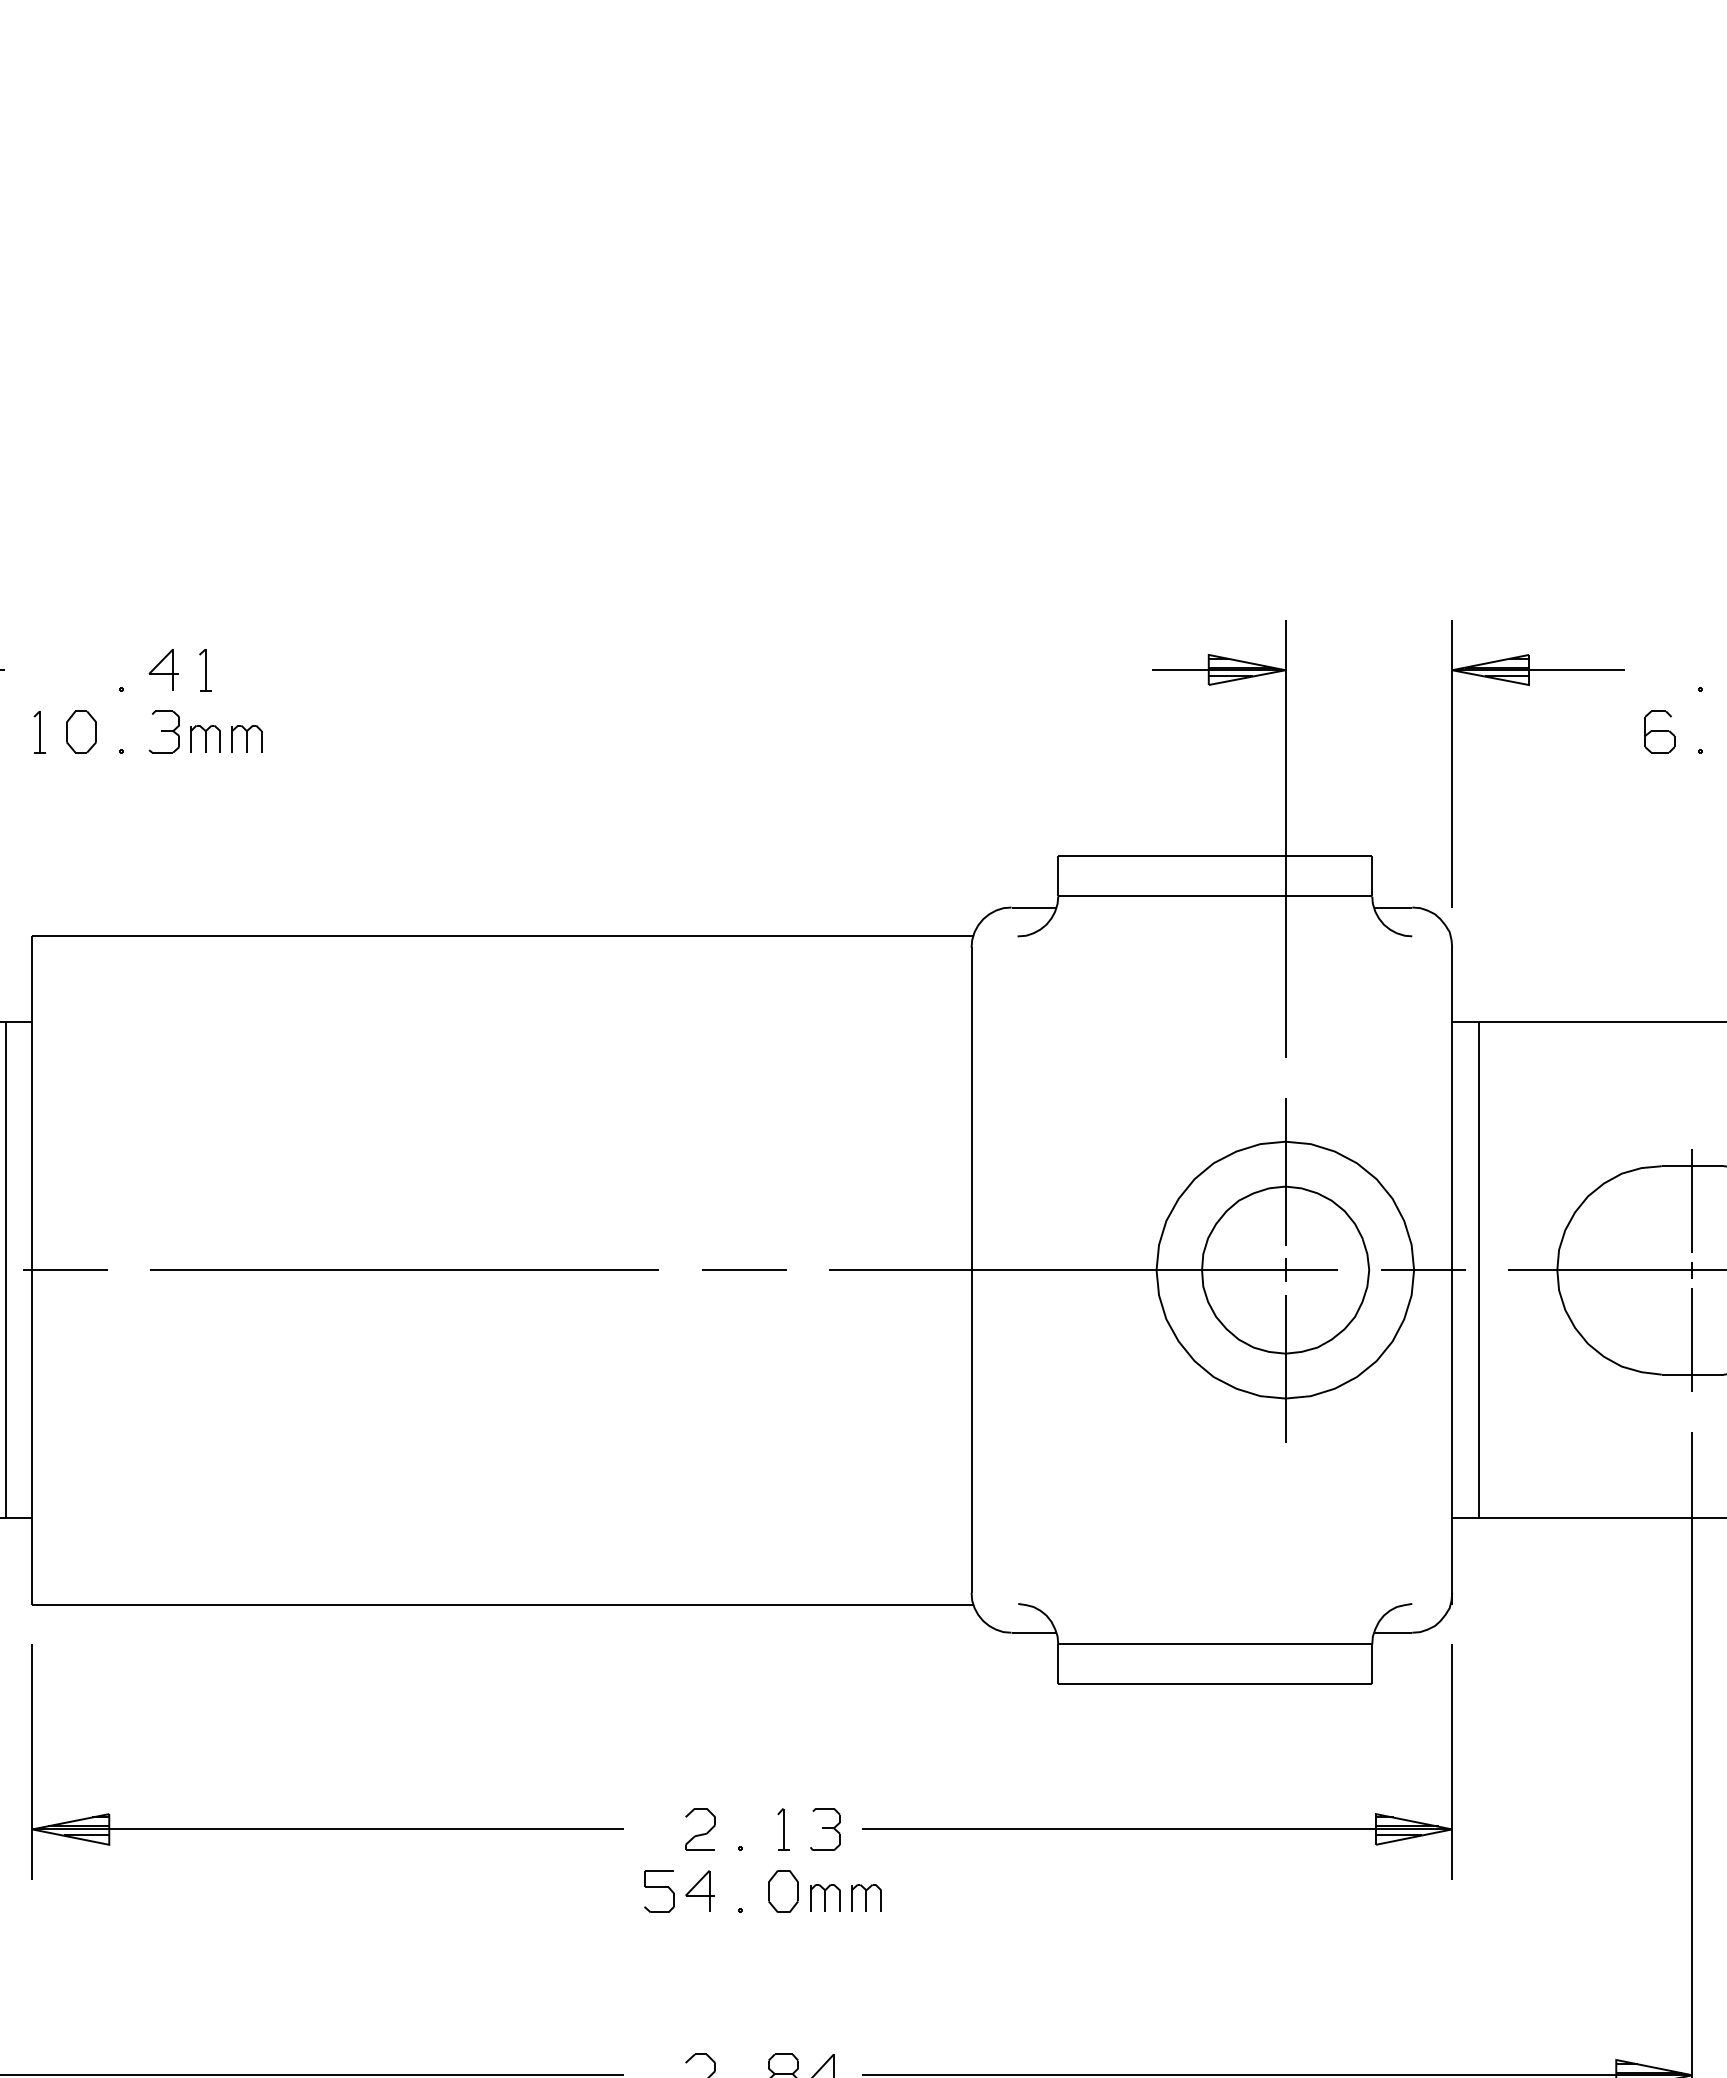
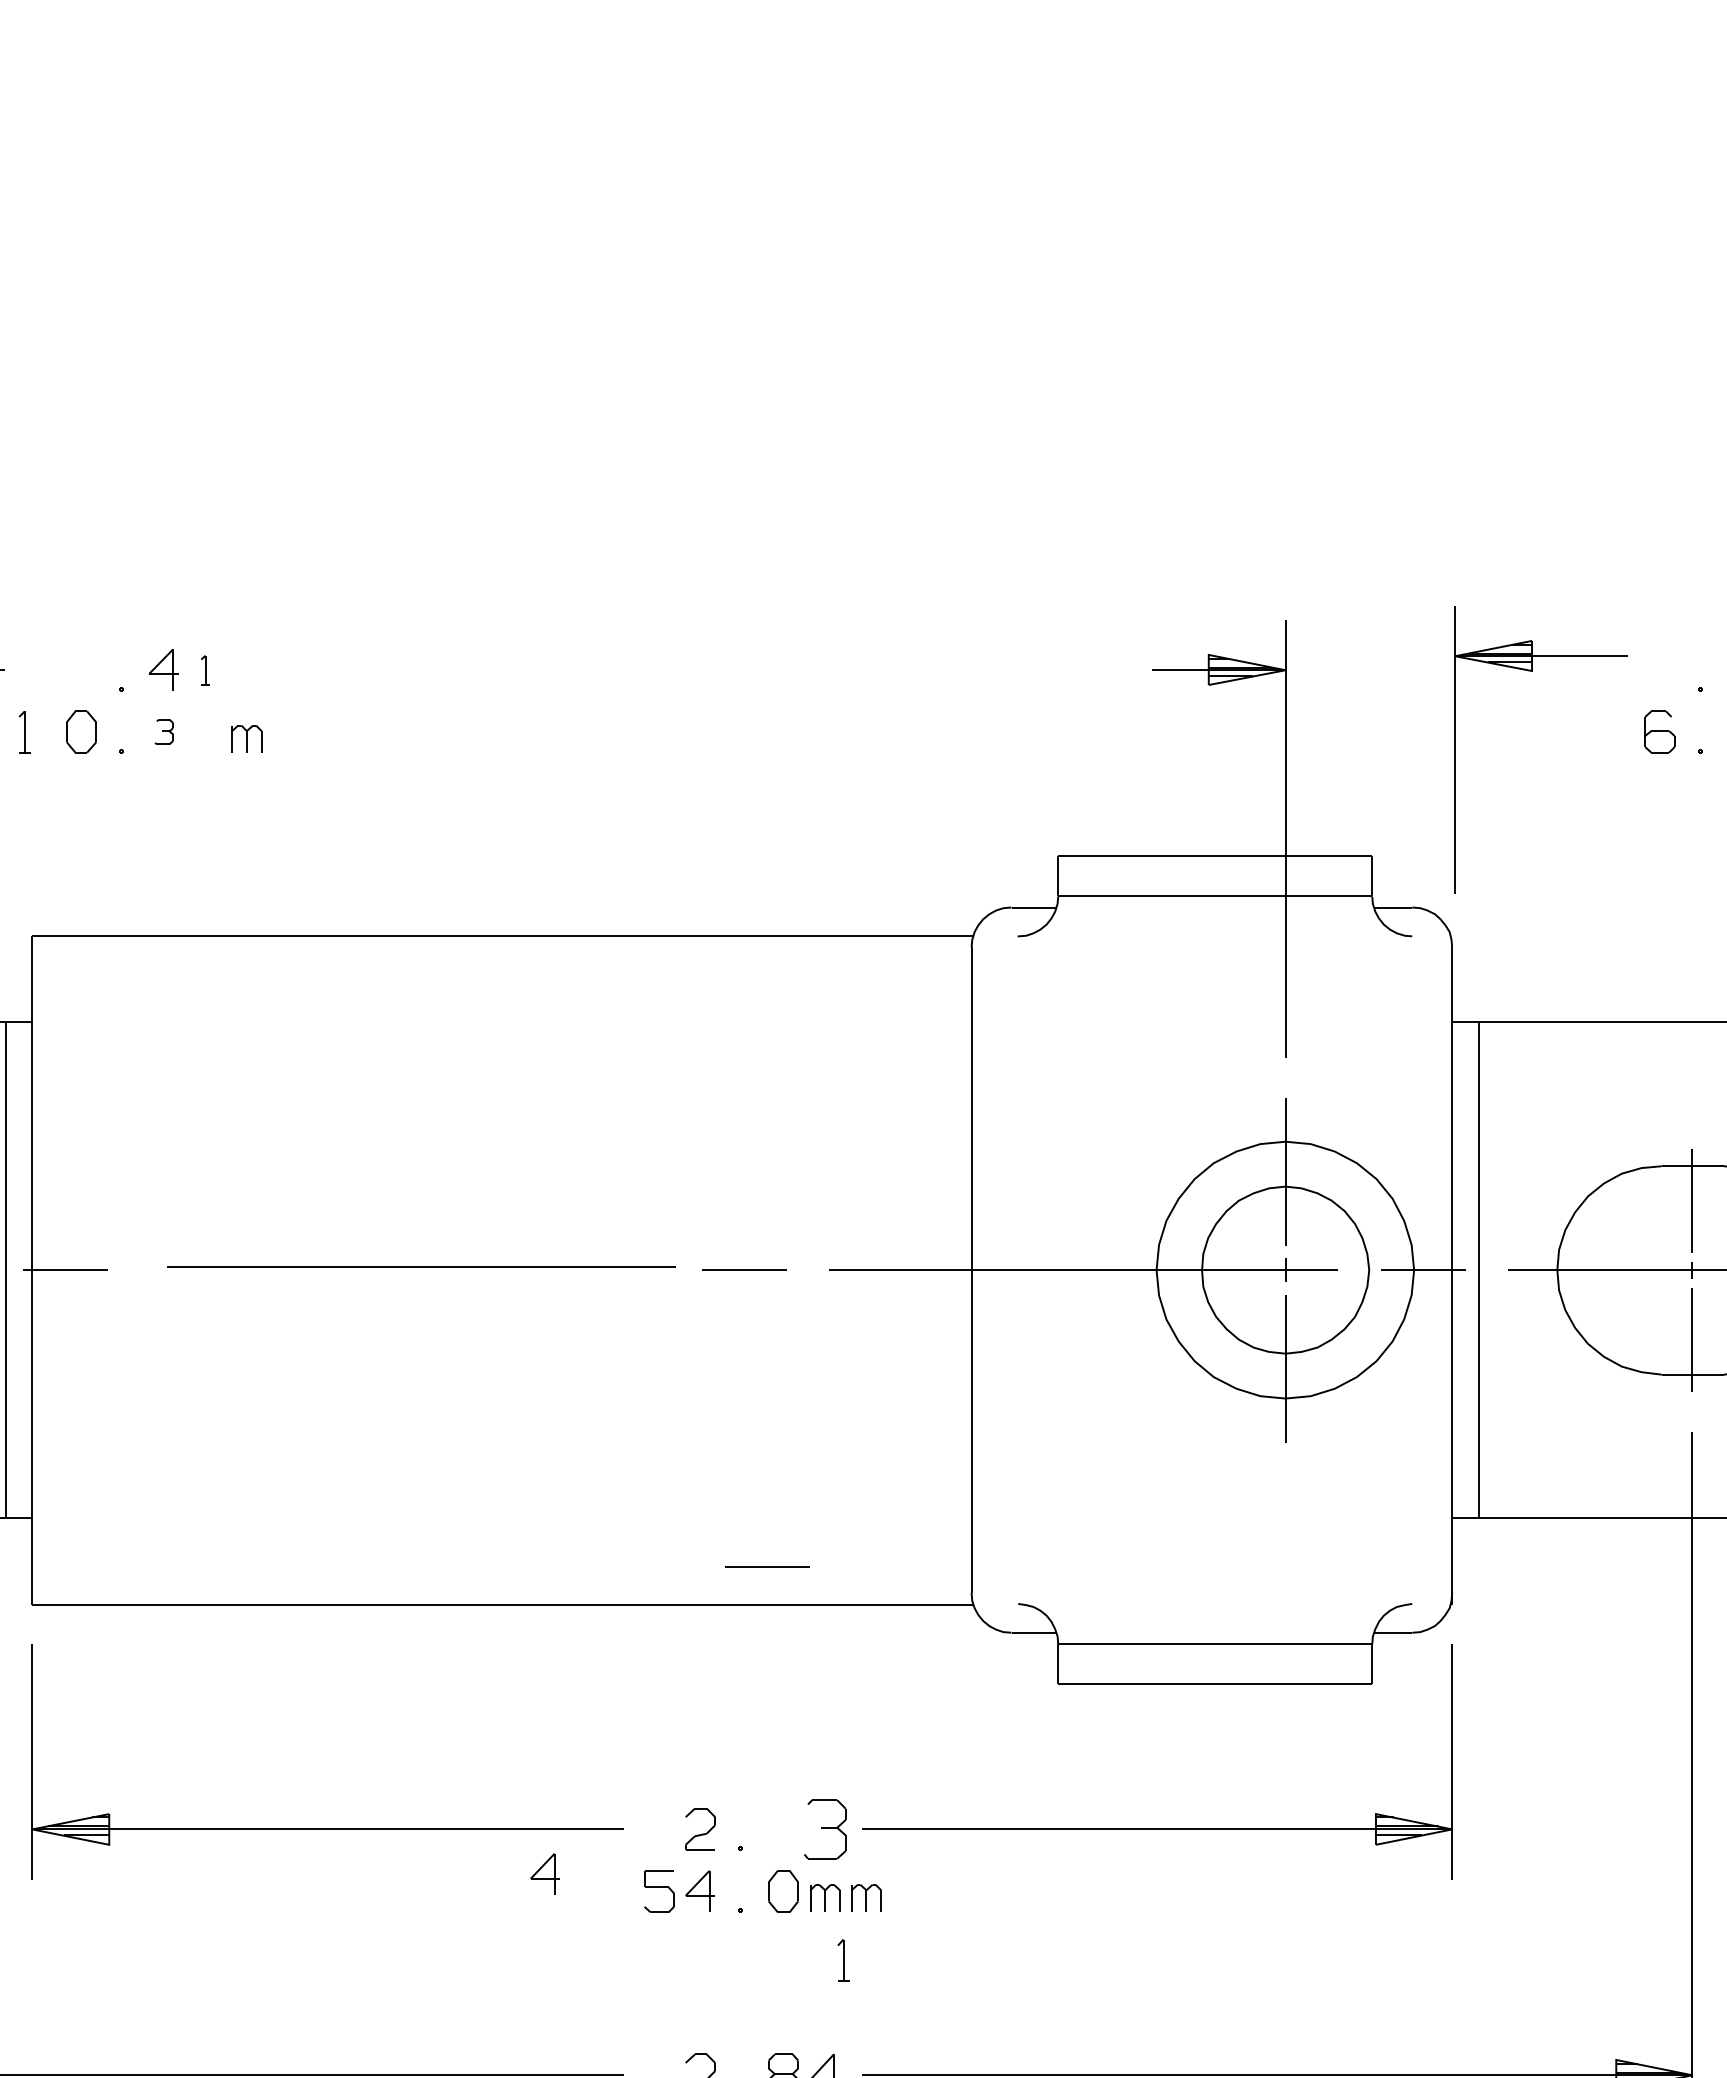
part at (205, 670) size: 13x43 px -> 9x31 px
part at (1529, 685) position: (1529, 685) -> (1532, 671)
part at (163, 731) size: 32x44 px -> 20x26 px
part at (39, 732) position: (39, 732) -> (24, 732)
part at (205, 738): present -> none
line at (404, 1269) position: (404, 1269) -> (421, 1266)
line at (767, 1566): none -> present
part at (783, 1829) position: (783, 1829) -> (843, 1960)
part at (825, 1829) size: 31x43 px -> 43x61 px
part at (544, 1873): none -> present
